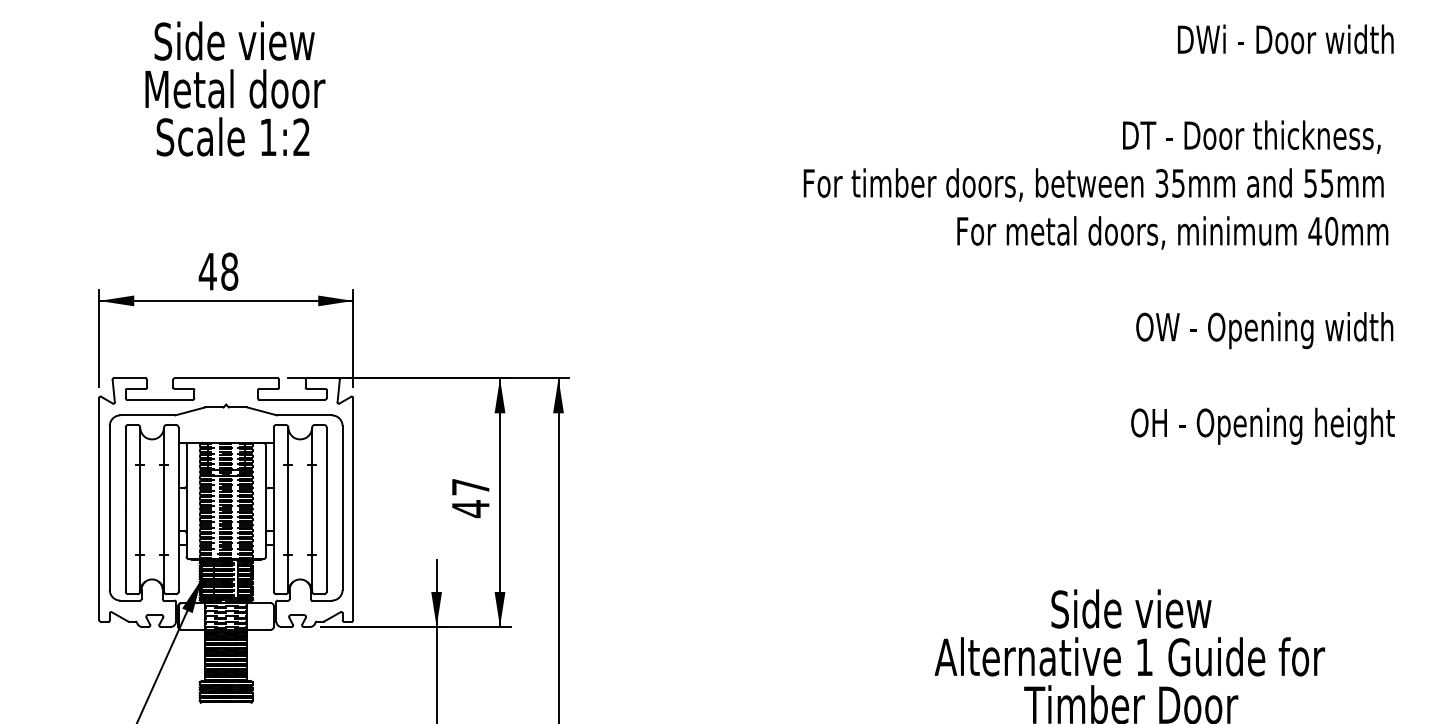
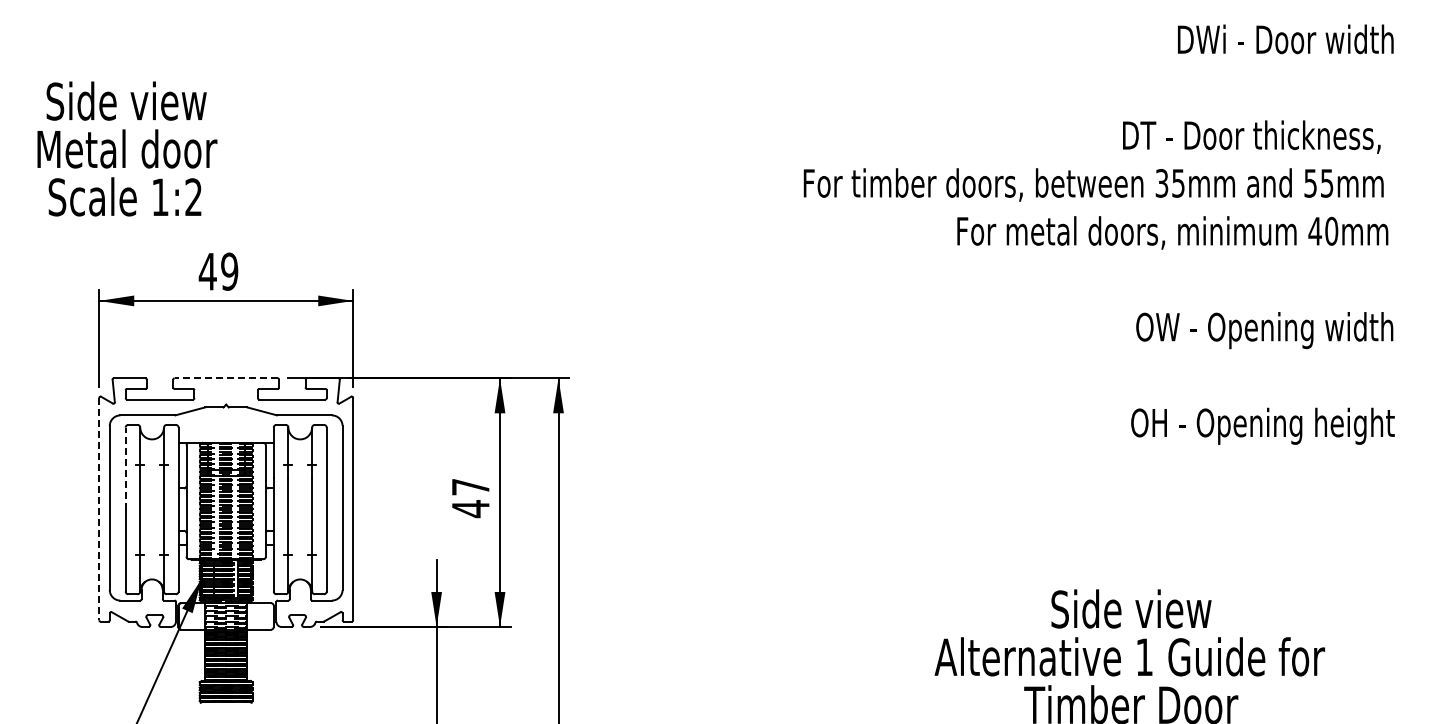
text at (235, 88) position: (235, 88) -> (127, 148)
text at (229, 271): 48 -> 49
line at (226, 378): solid -> dashed
line at (125, 468): solid -> dashed
line at (99, 509): solid -> dashed
